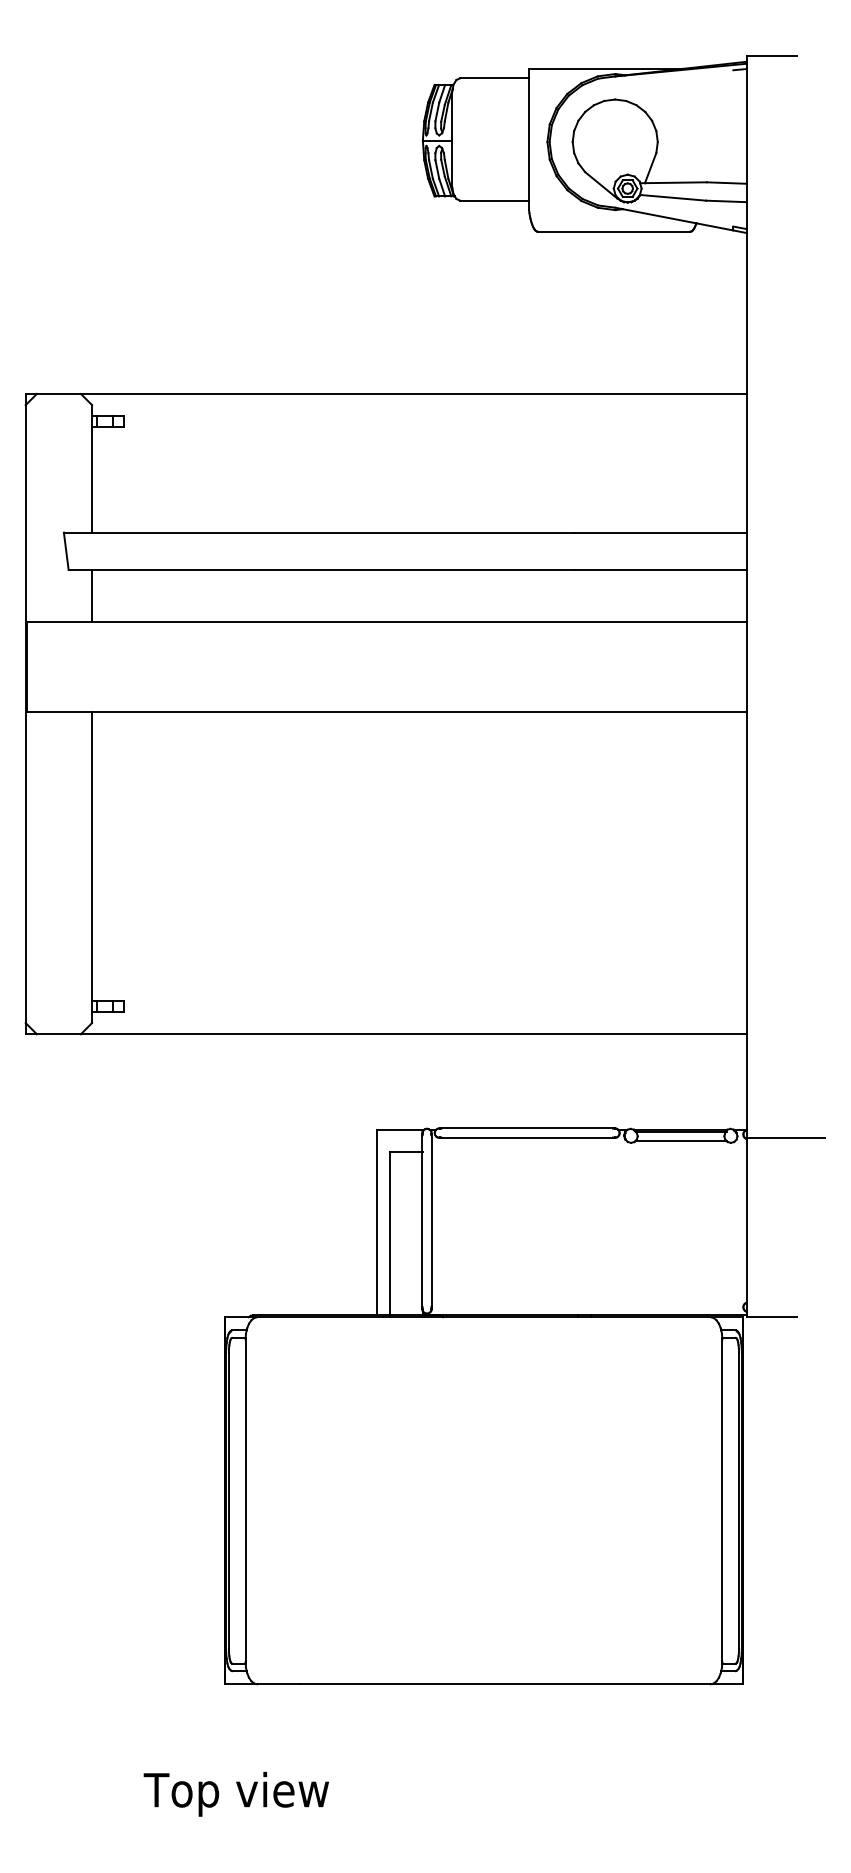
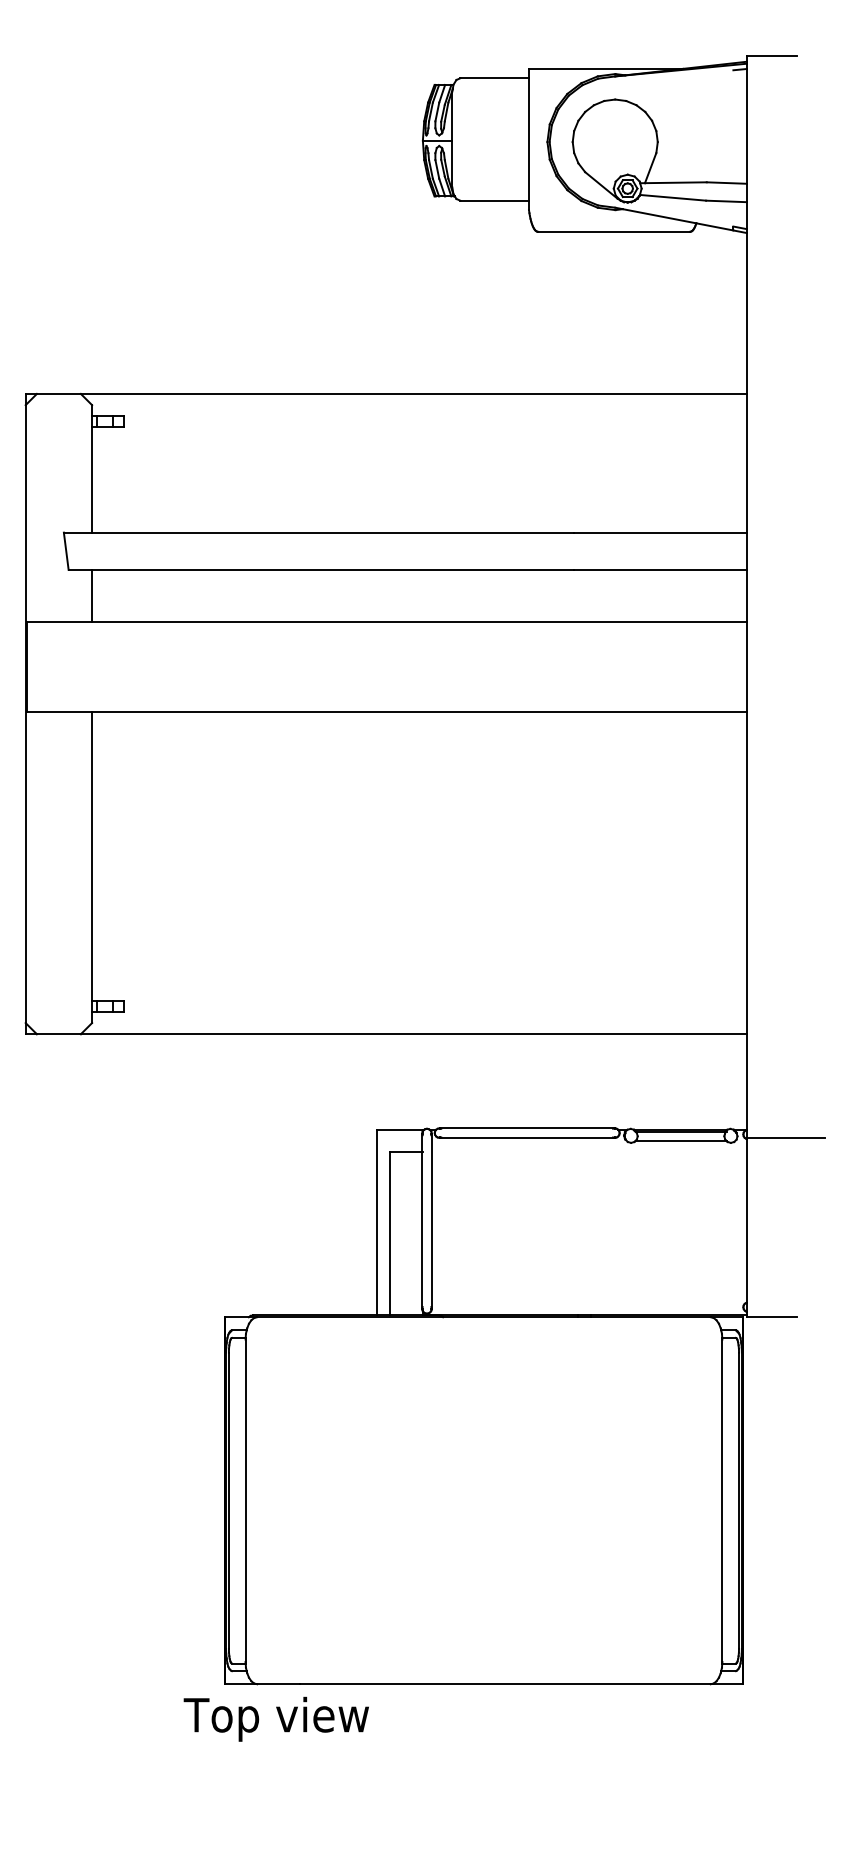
text at (235, 1793) position: (235, 1793) -> (275, 1718)
